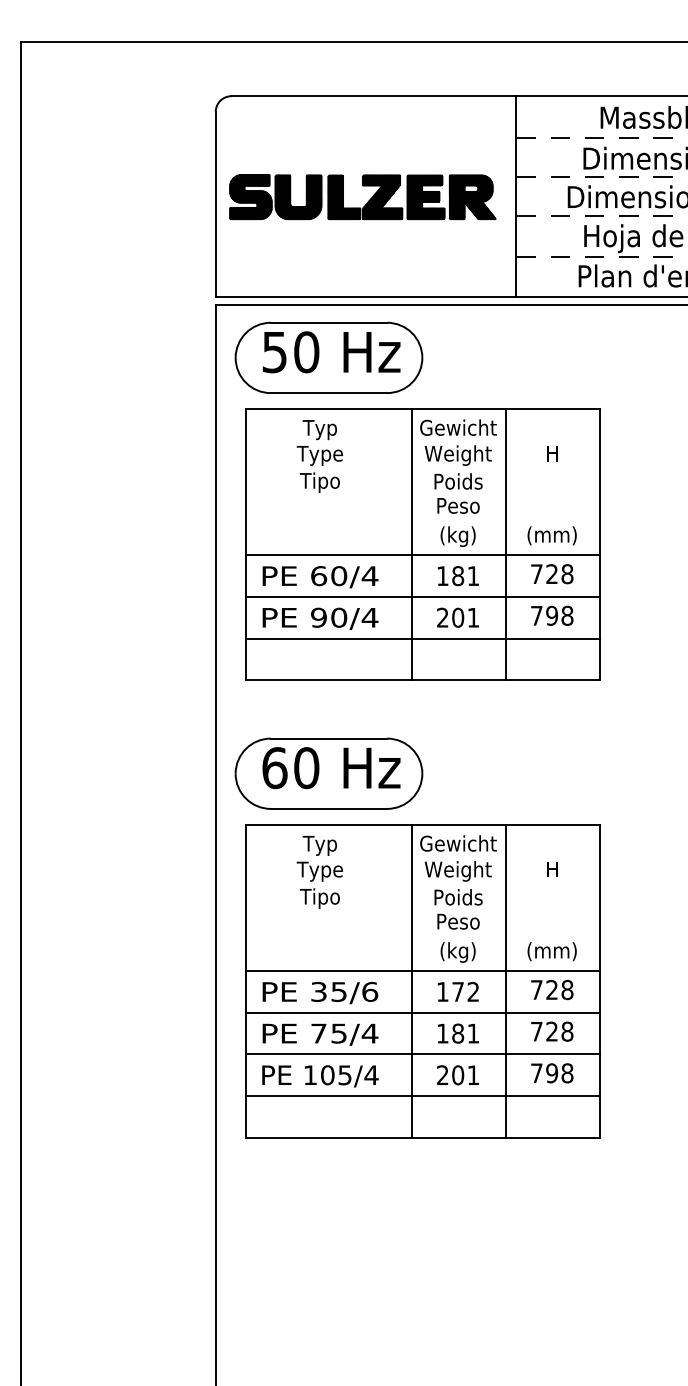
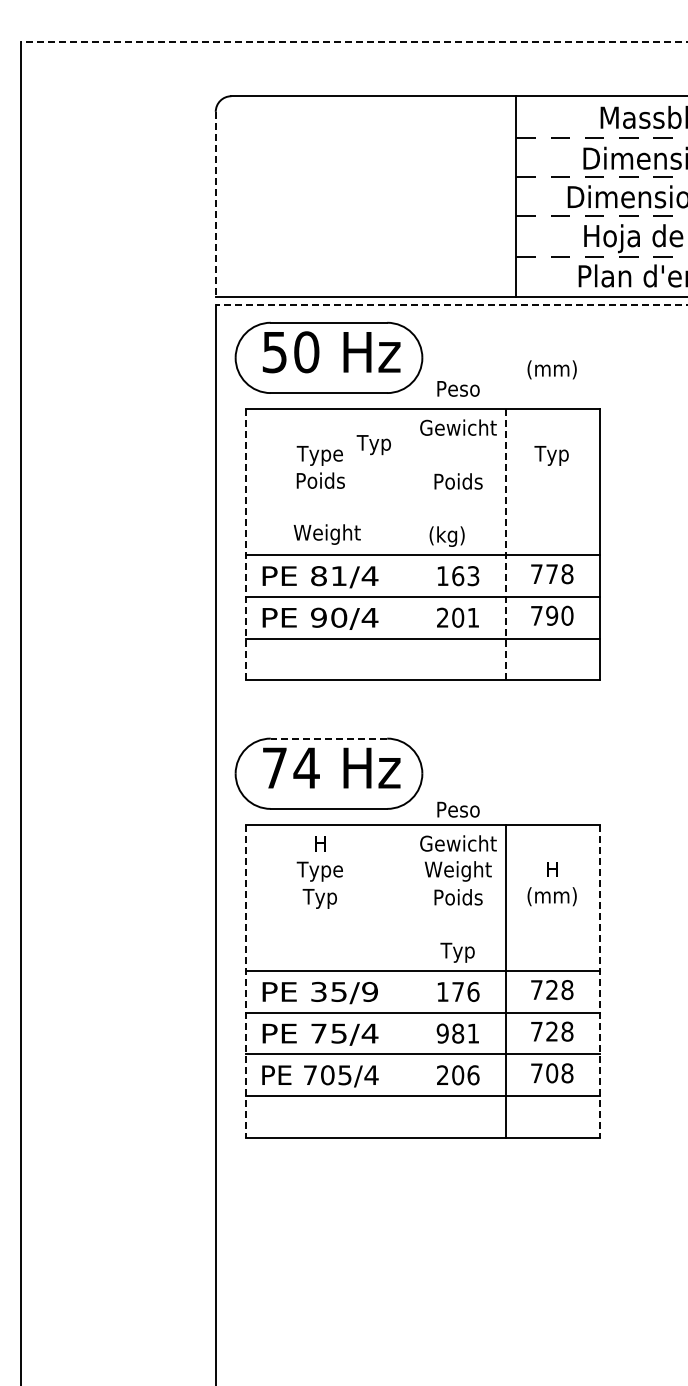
line at (353, 41): solid -> dashed
part at (367, 201): present -> none
line at (215, 204): solid -> dashed
line at (451, 304): solid -> dashed
text at (319, 430) position: (319, 430) -> (373, 445)
text at (457, 455) position: (457, 455) -> (326, 534)
text at (551, 455): H -> Typ
text at (320, 482): Tipo -> Poids
text at (458, 505) position: (458, 505) -> (458, 388)
text at (551, 535) position: (551, 535) -> (551, 369)
text at (457, 536) position: (457, 536) -> (446, 536)
line at (411, 544): present -> none
line at (245, 545): solid -> dashed
line at (505, 545): solid -> dashed
text at (551, 573): 728 -> 778
text at (329, 576): 60/4 -> 81/4
text at (465, 576): 181 -> 163
text at (567, 615): 798 -> 790
line at (328, 738): solid -> dashed
text at (290, 768): 60 -> 74
text at (319, 845): Typ -> H
text at (319, 898): Tipo -> Typ
text at (458, 921) position: (458, 921) -> (458, 809)
text at (551, 951) position: (551, 951) -> (551, 896)
text at (457, 952): (kg) -> Typ
line at (245, 981): solid -> dashed
line at (411, 981): present -> none
line at (599, 981): solid -> dashed
text at (370, 991): 35/6 -> 35/9
text at (473, 991): 172 -> 176
text at (442, 1033): 181 -> 981
text at (552, 1073): 798 -> 708
text at (310, 1074): 105/4 -> 705/4
text at (473, 1075): 201 -> 206
